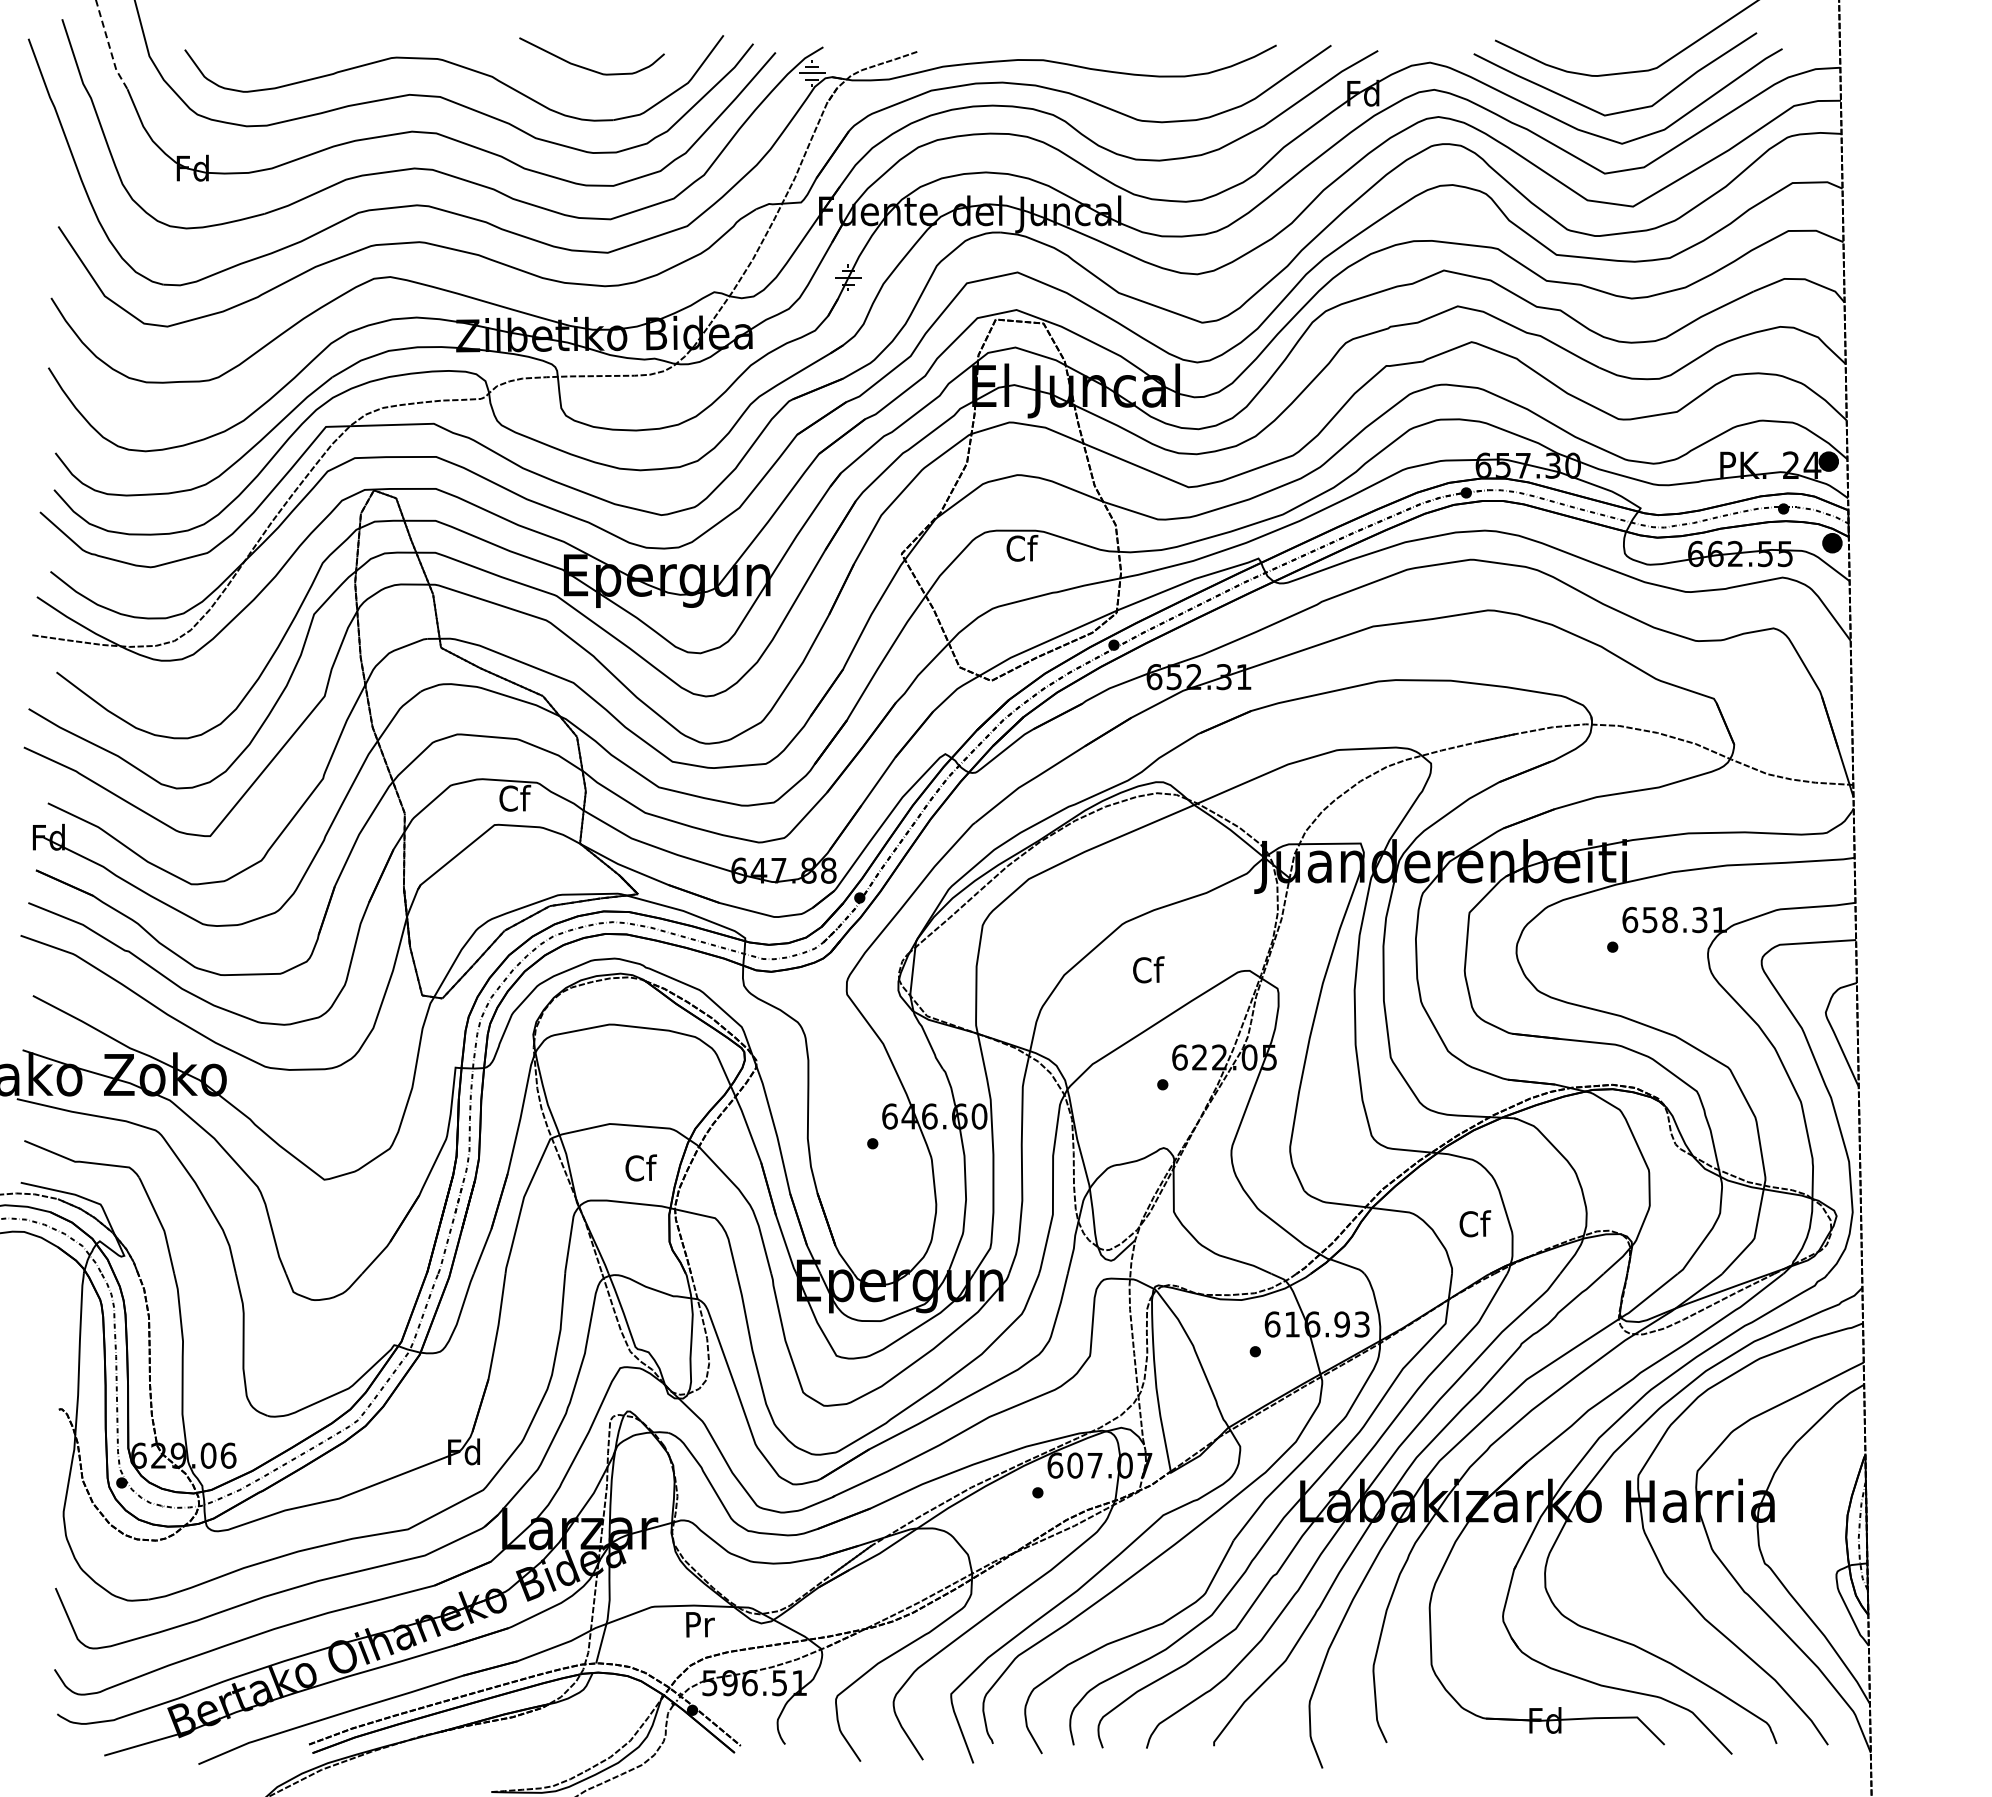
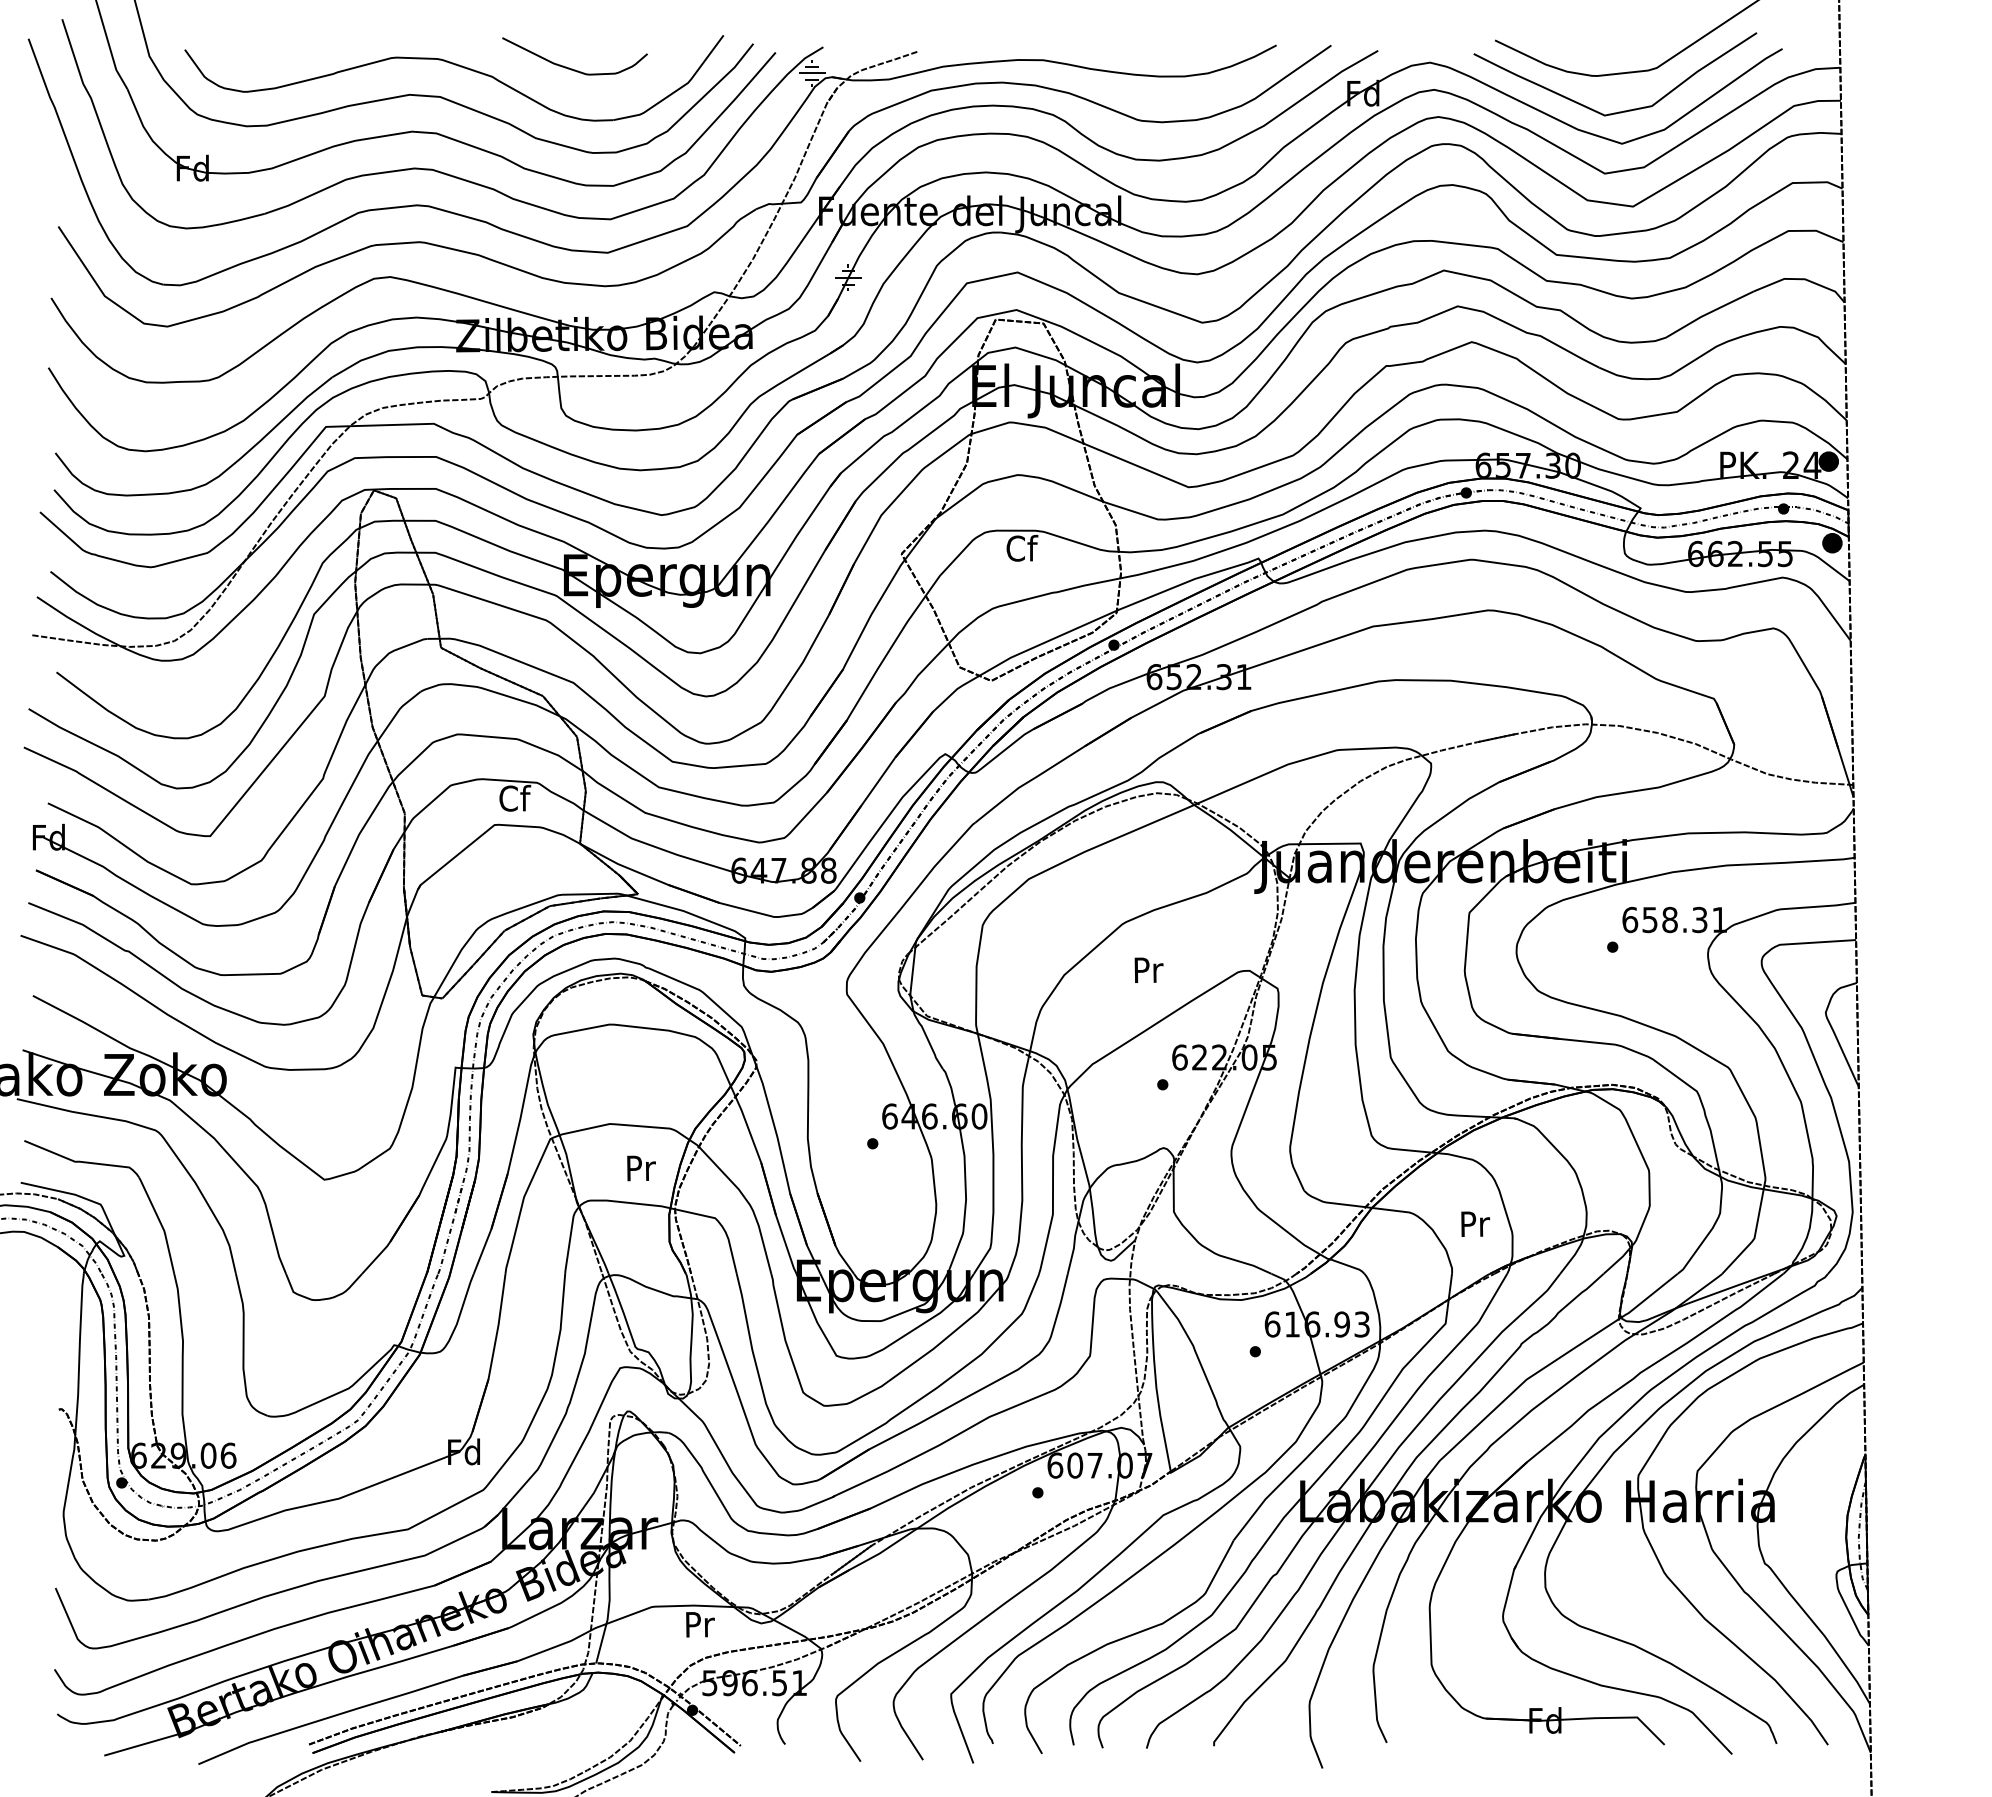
line at (109, 47): dashed -> solid
curve at (586, 67) position: (586, 67) -> (569, 67)
text at (1148, 969): Cf -> Pr
text at (640, 1167): Cf -> Pr
text at (1475, 1223): Cf -> Pr
